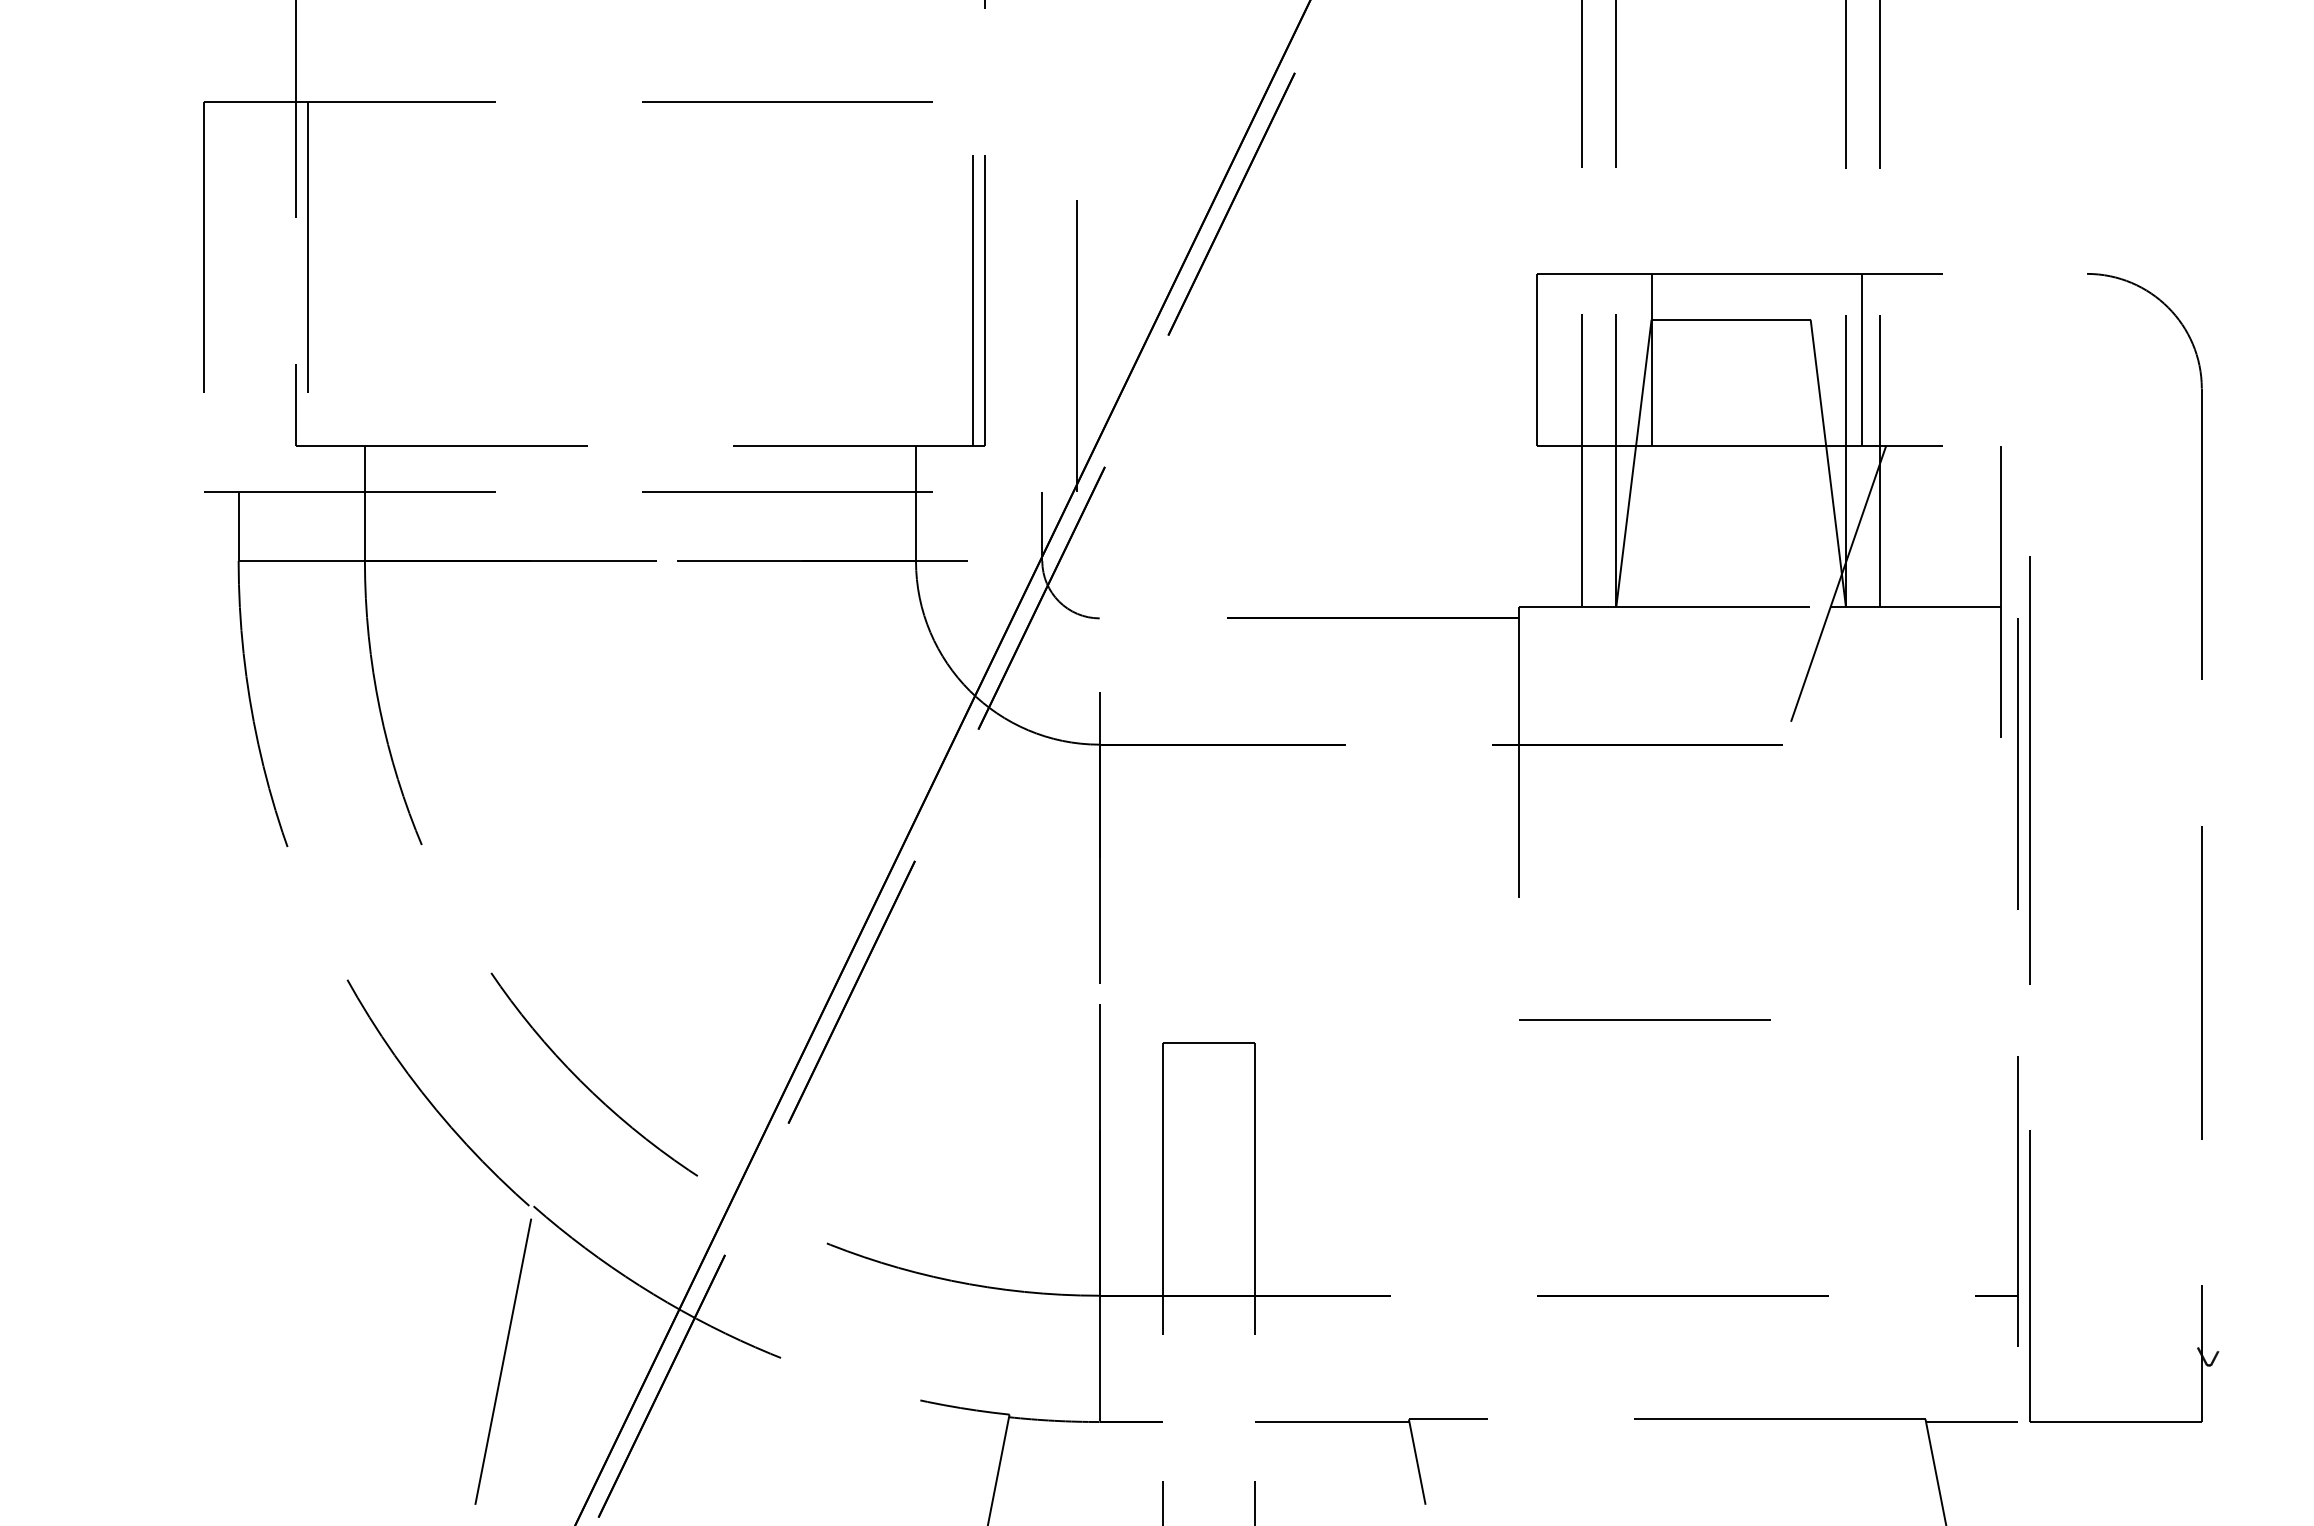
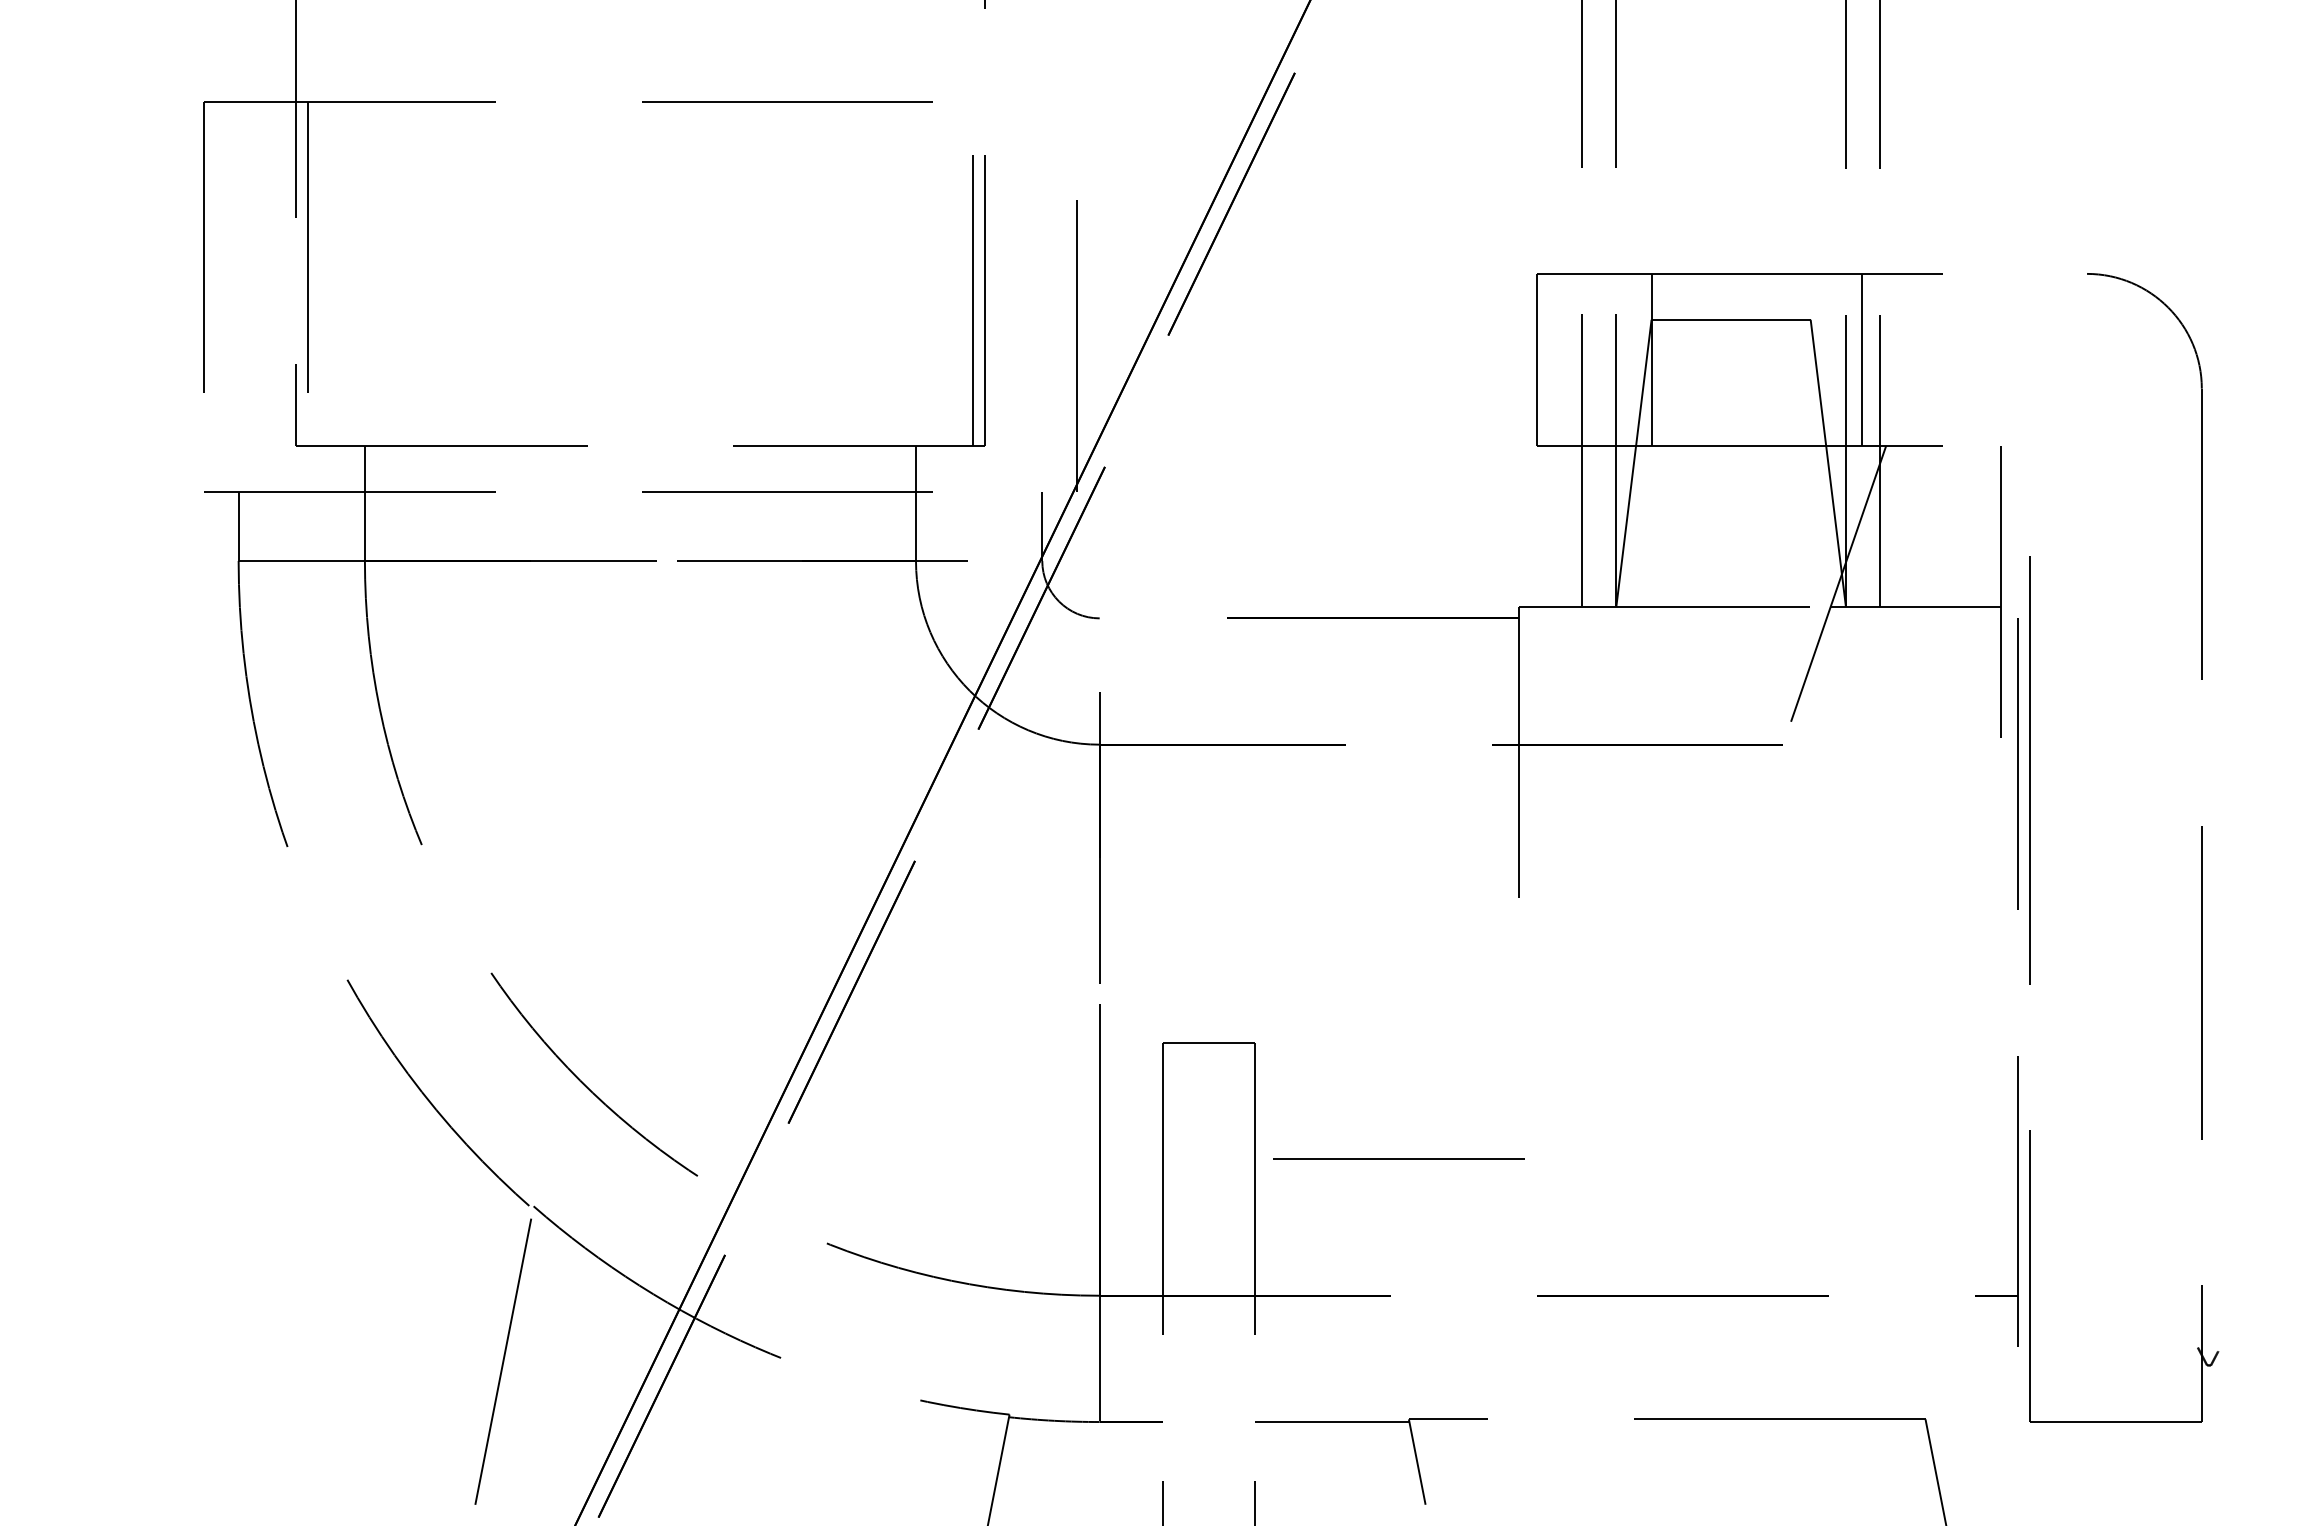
line at (1644, 1019) position: (1644, 1019) -> (1398, 1158)
line at (1972, 1421): present -> none
